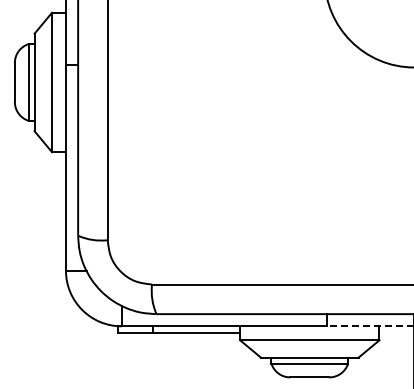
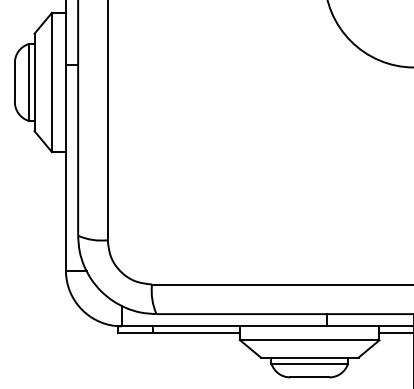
line at (369, 326): dashed -> solid
line at (394, 333): none -> present
